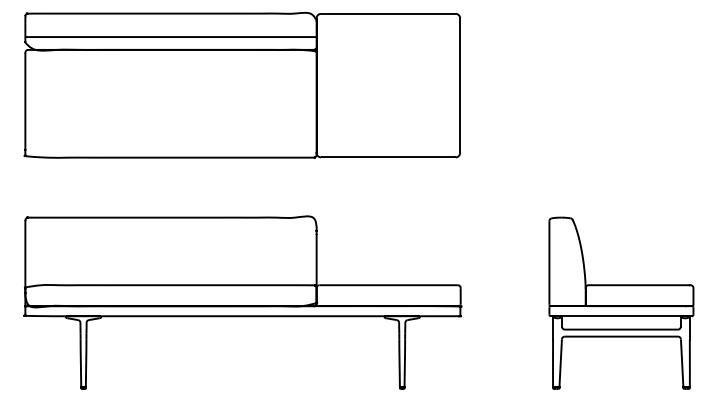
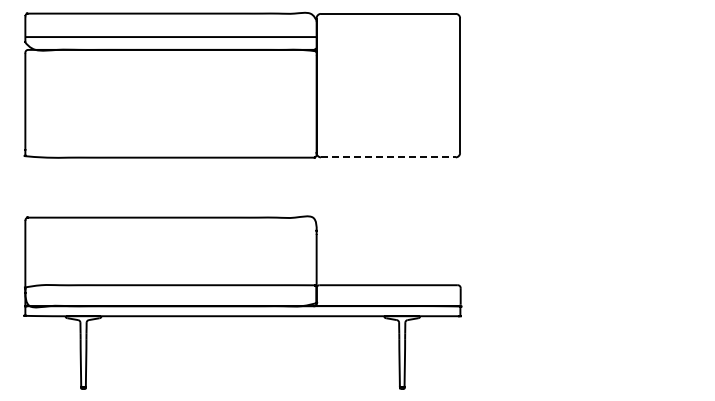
line at (388, 157): solid -> dashed
part at (621, 302): present -> none
